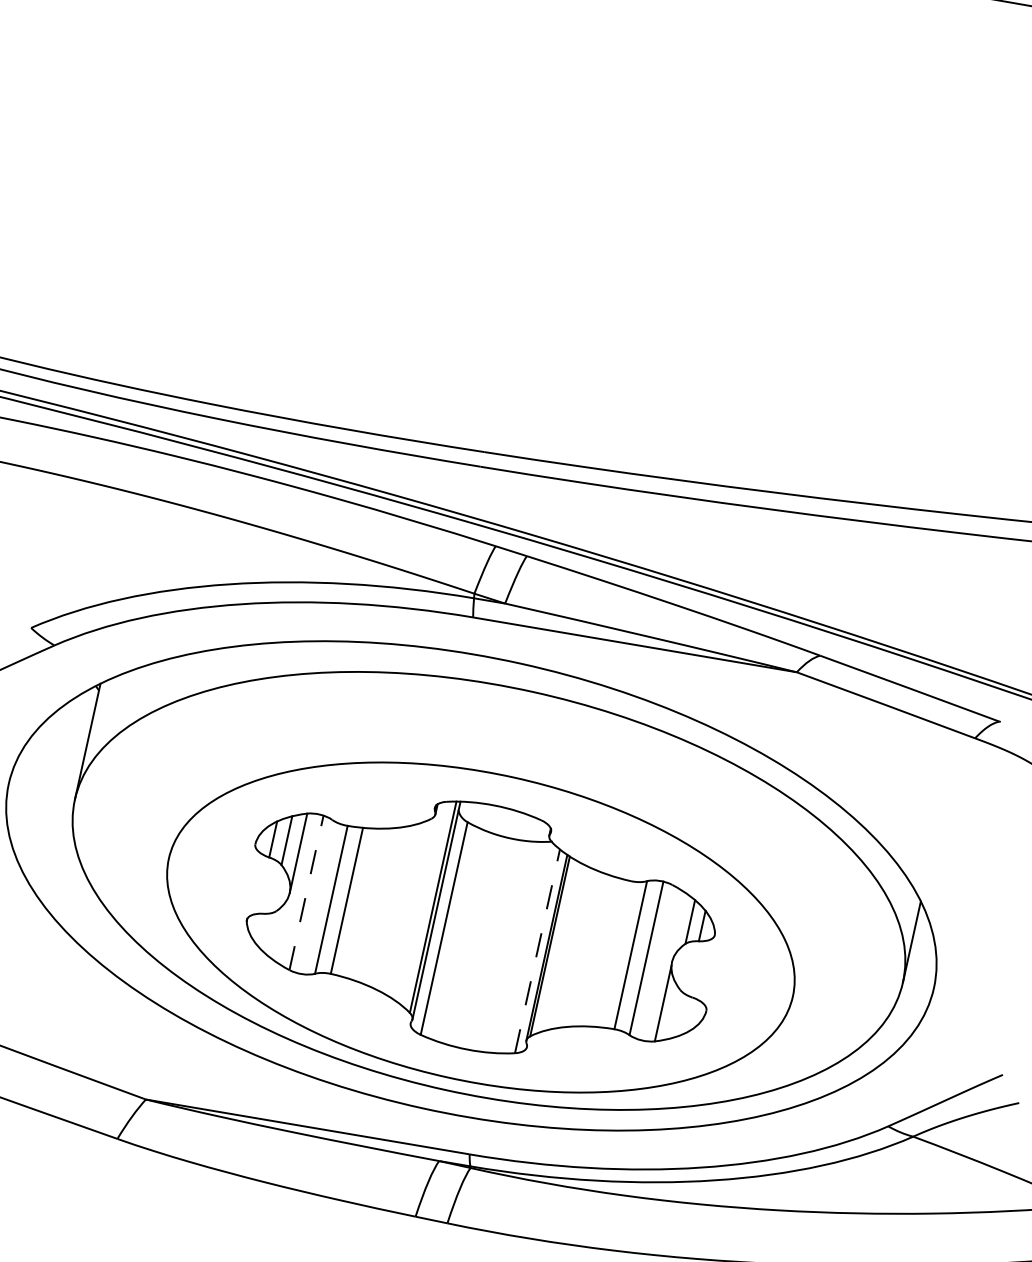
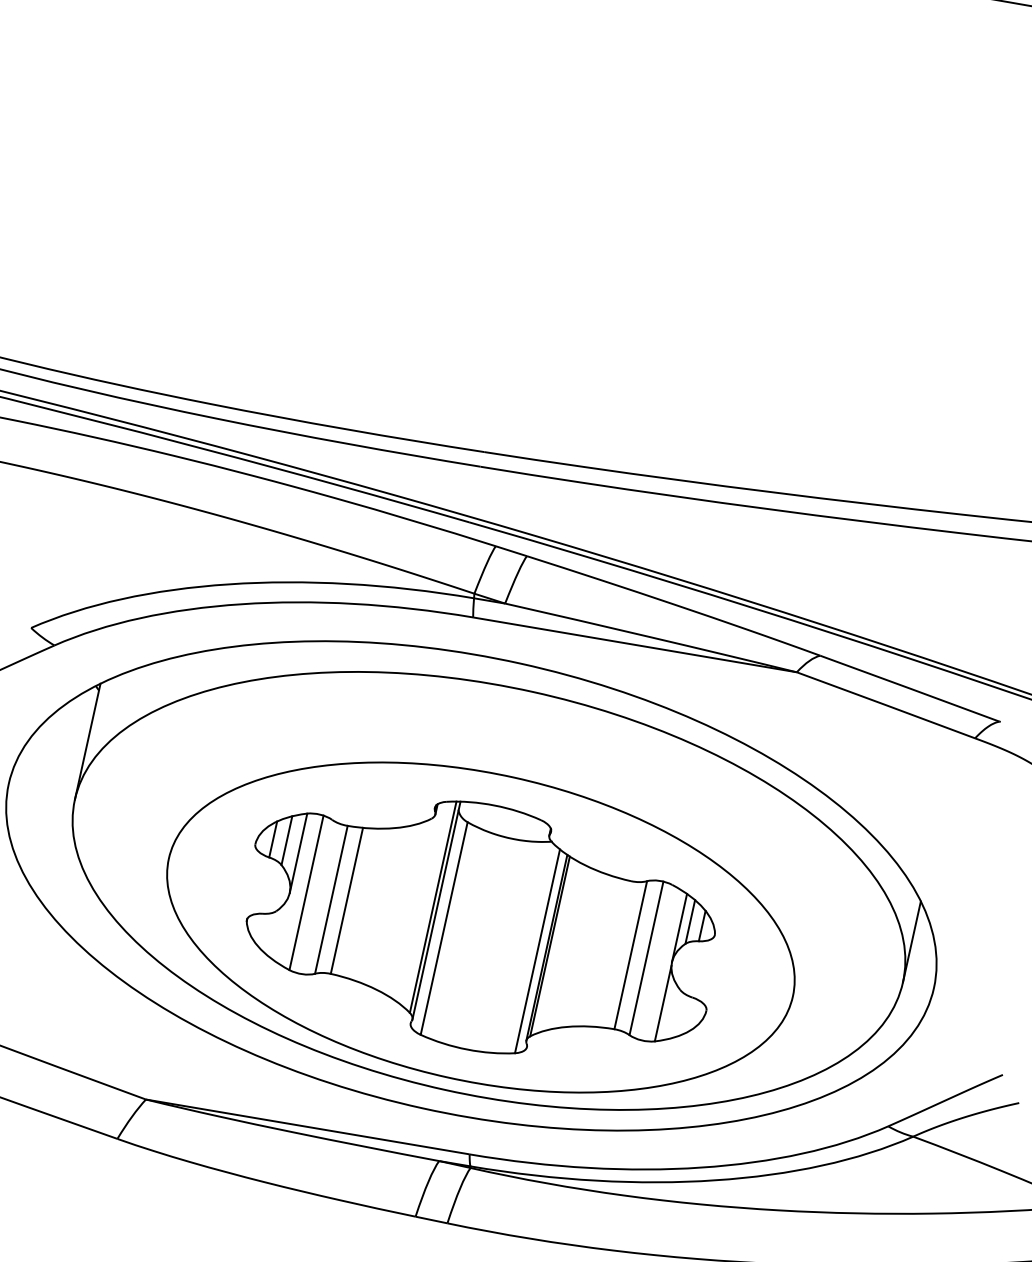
line at (306, 892): dashed -> solid
line at (679, 927): none -> present
line at (537, 950): dashed -> solid
